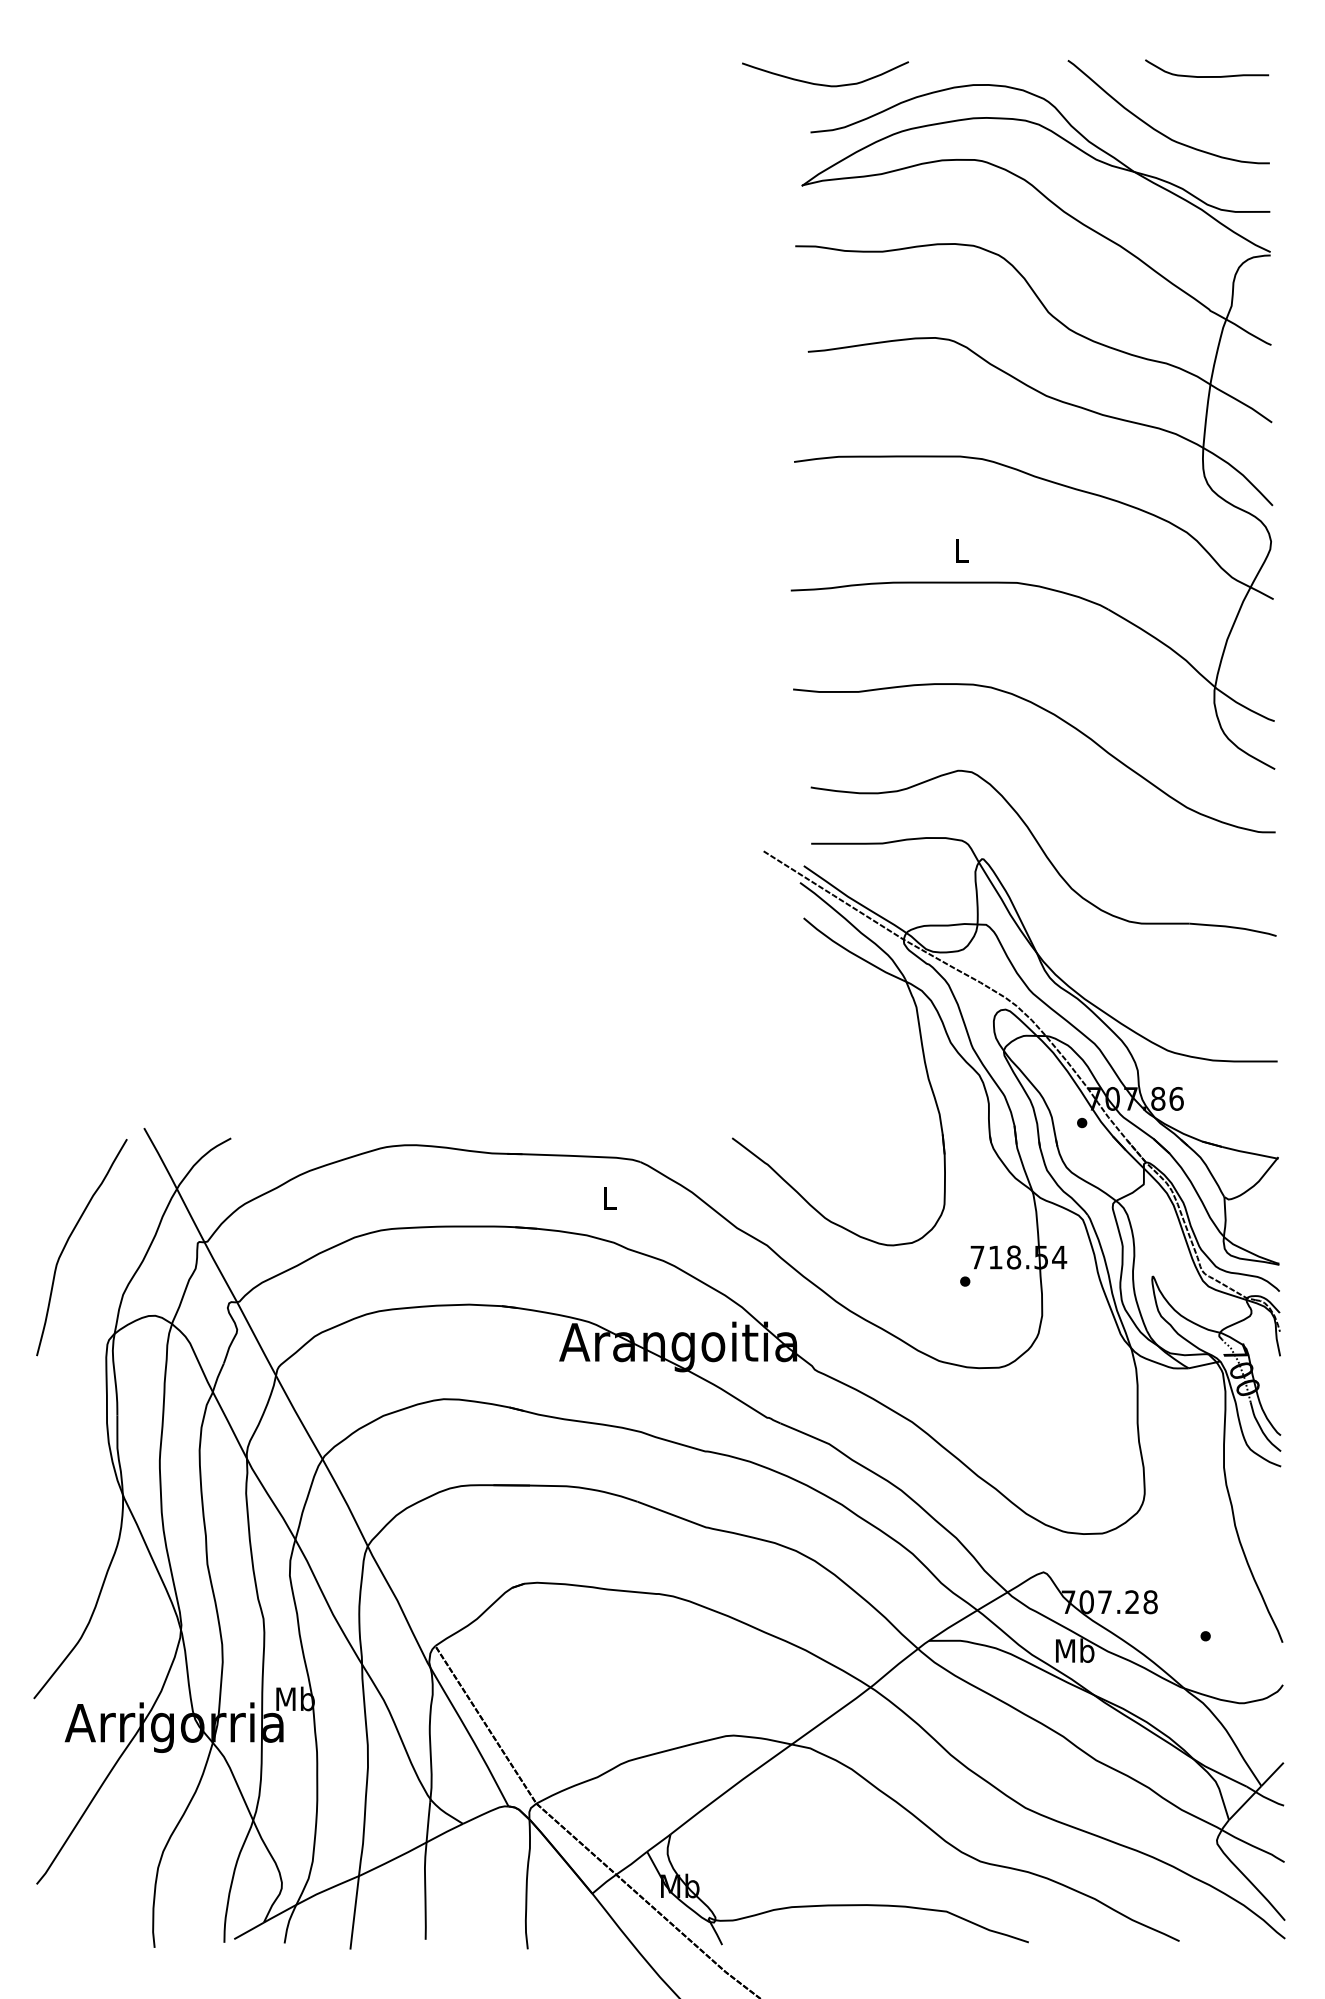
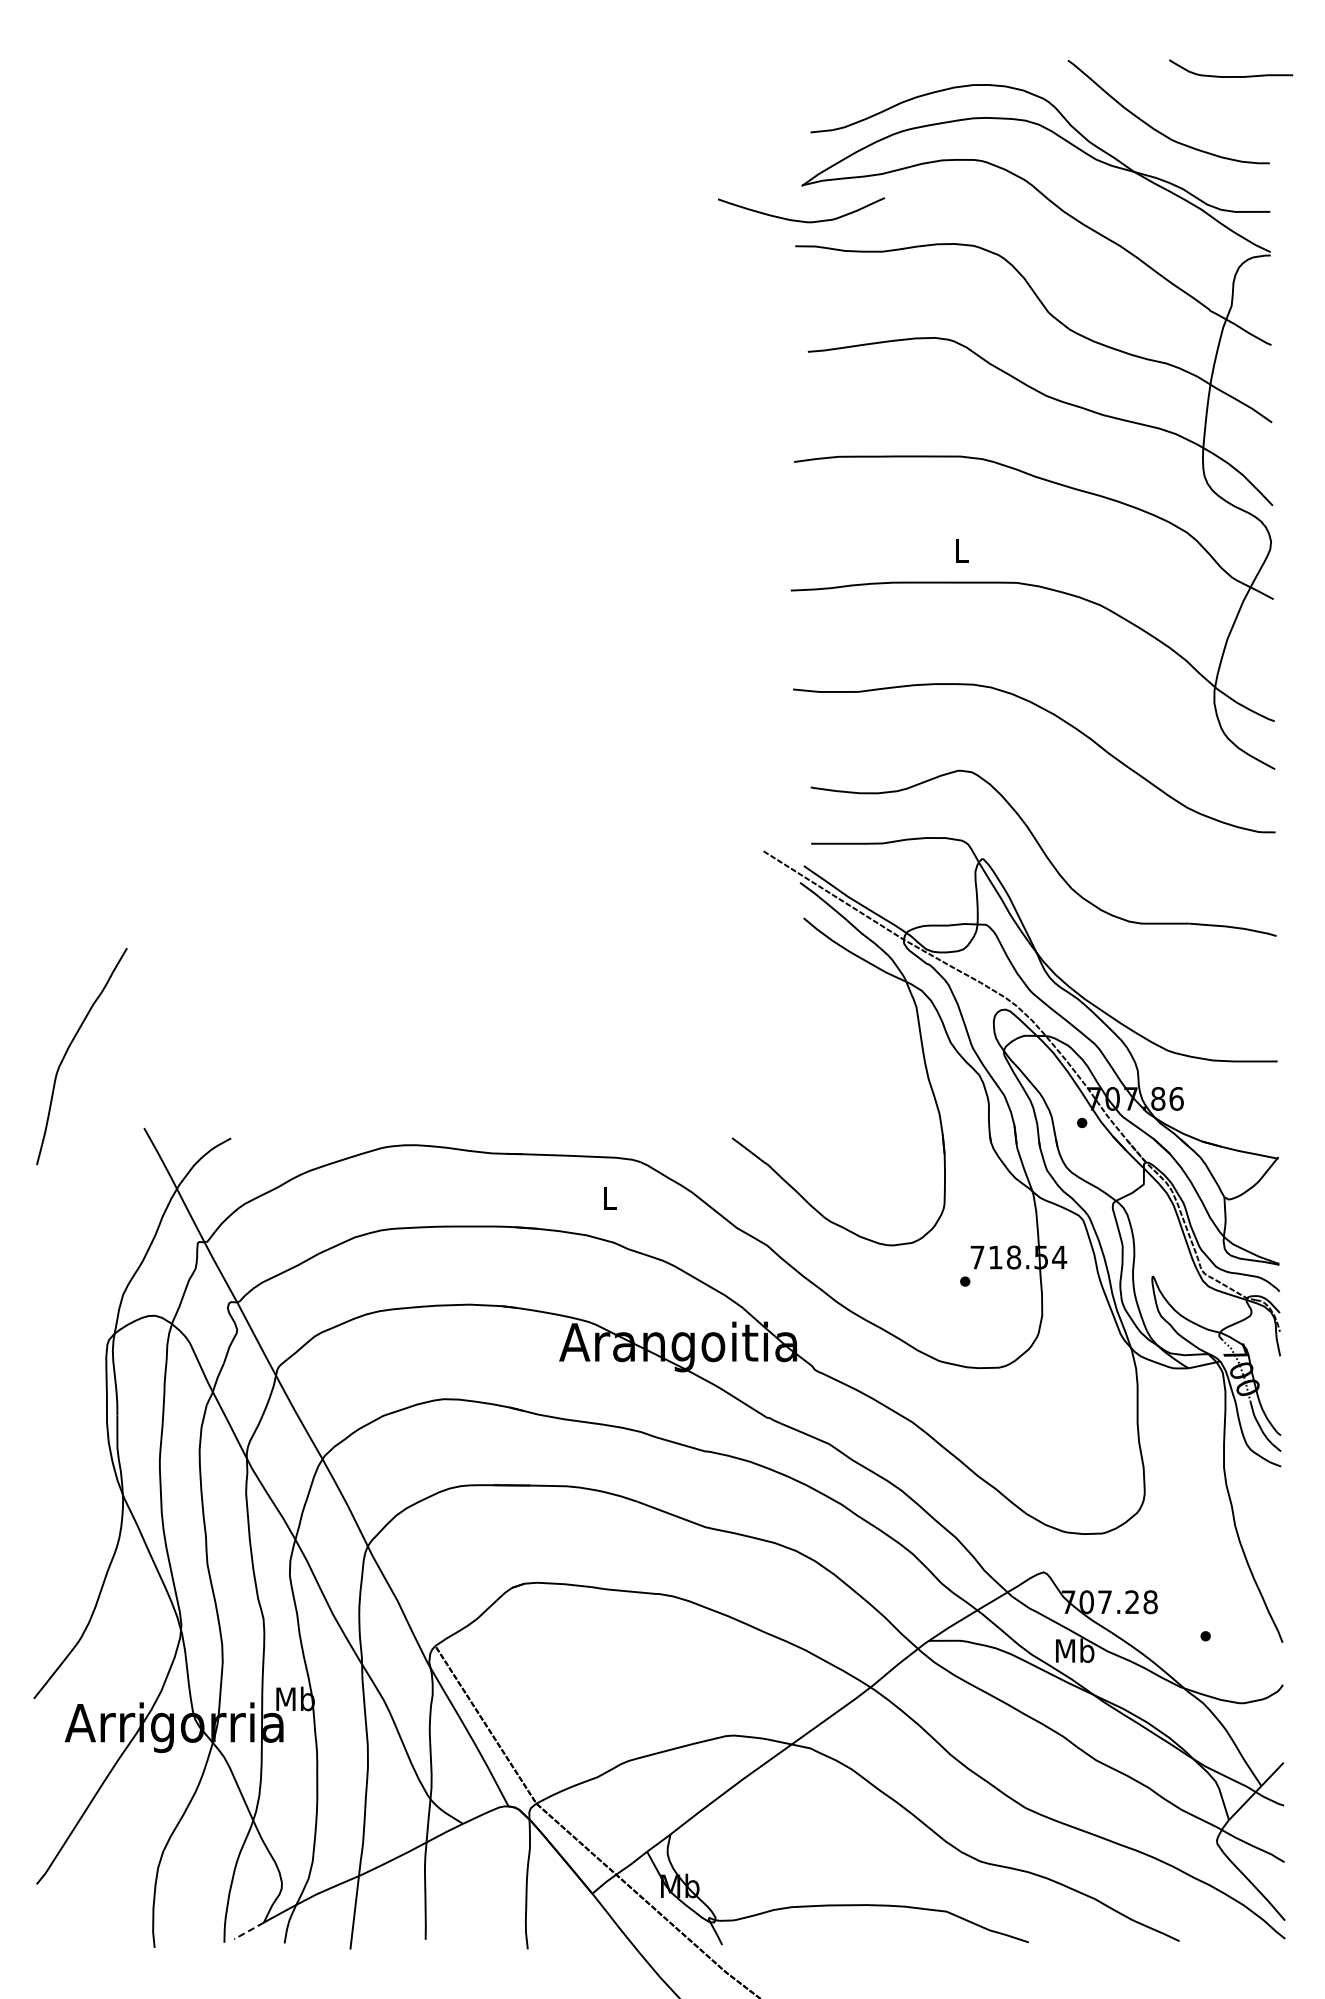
curve at (1207, 76) position: (1207, 76) -> (1231, 76)
curve at (825, 84) position: (825, 84) -> (801, 220)
curve at (68, 1241) position: (68, 1241) -> (68, 1050)
line at (249, 1930): solid -> dashed
